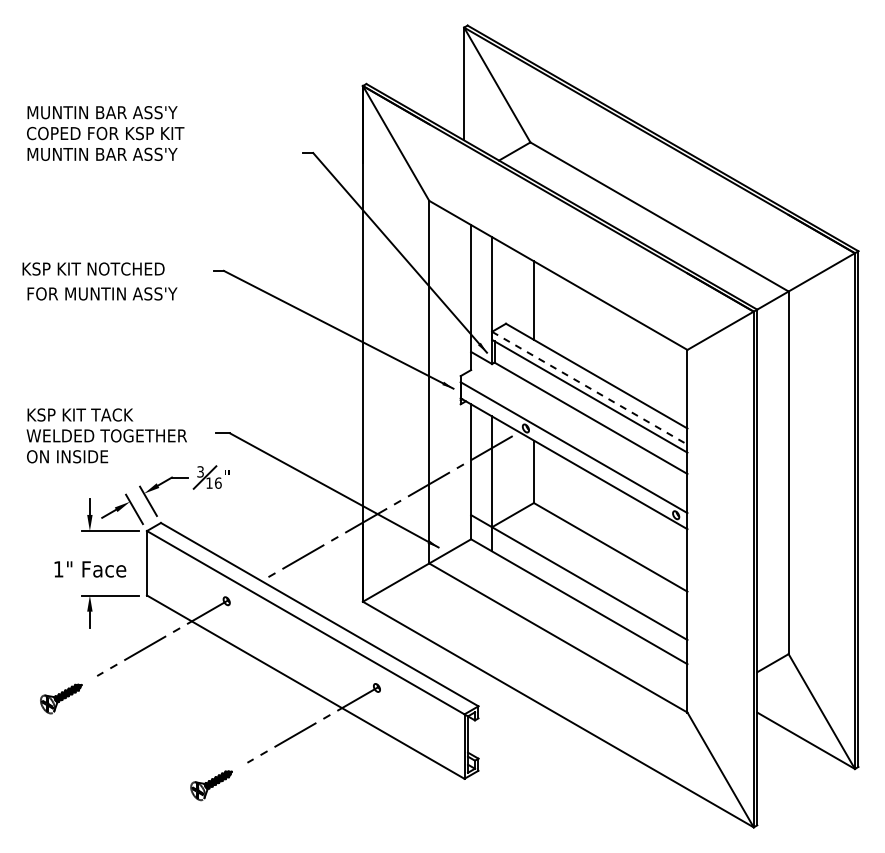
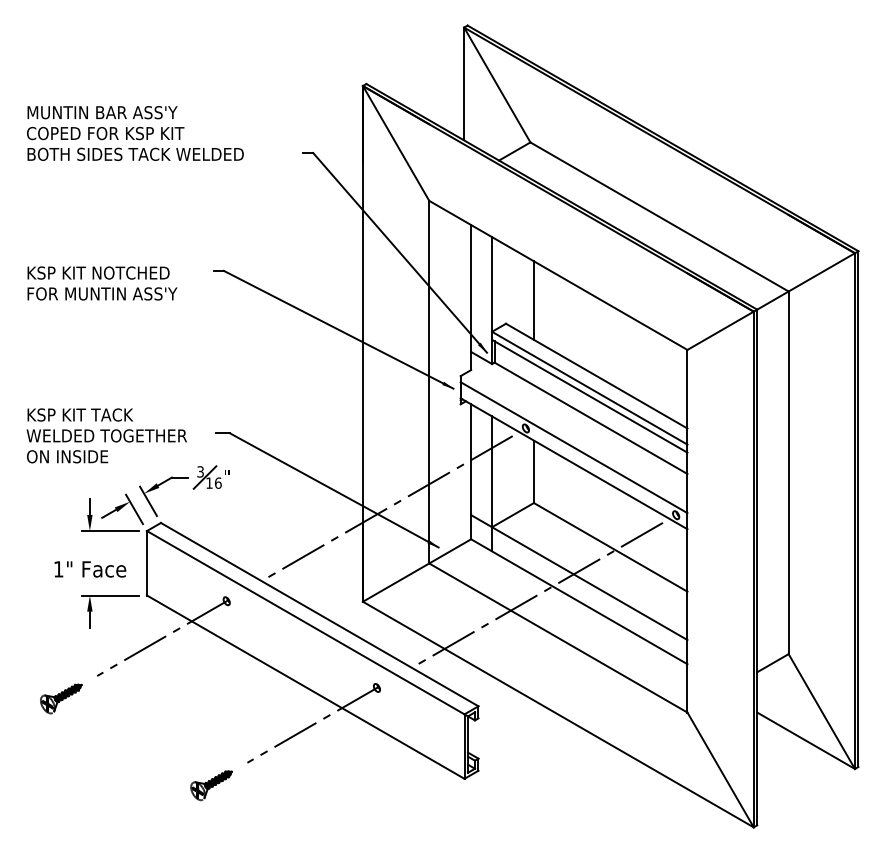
text at (136, 153): MUNTIN BAR ASS'Y -> BOTH SIDES TACK WELDED
text at (93, 268) position: (93, 268) -> (98, 272)
line at (589, 388): dashed -> solid
line at (536, 594): none -> present
